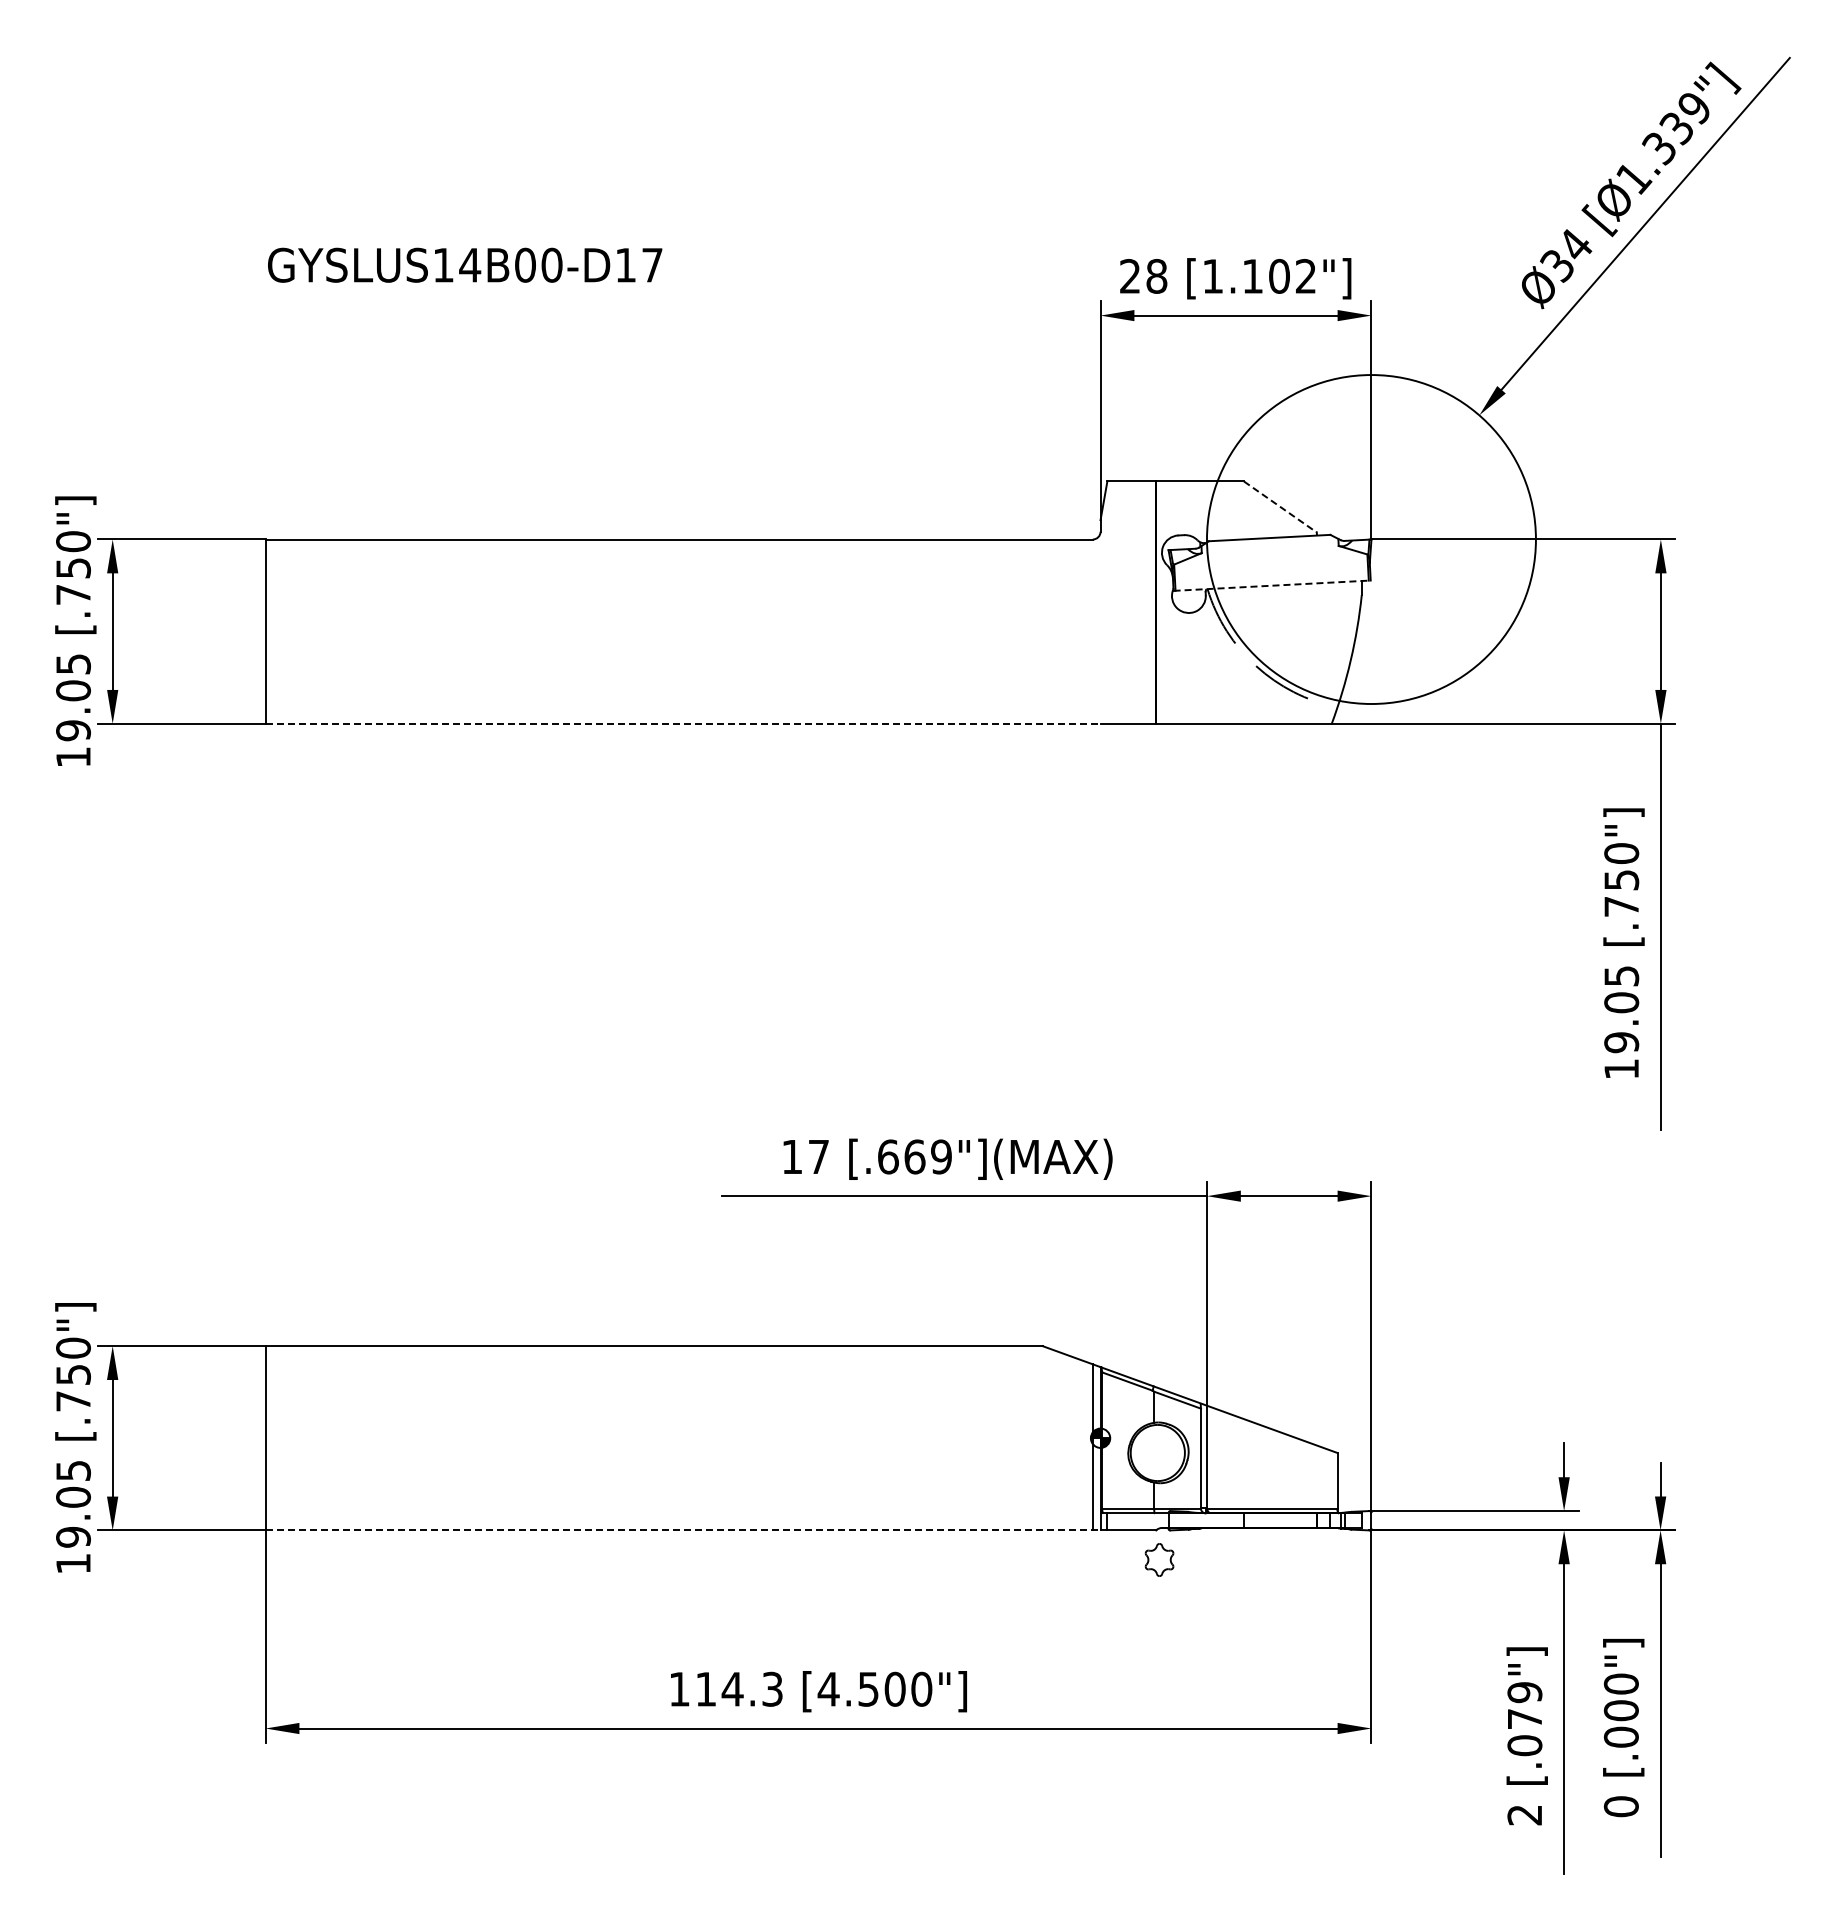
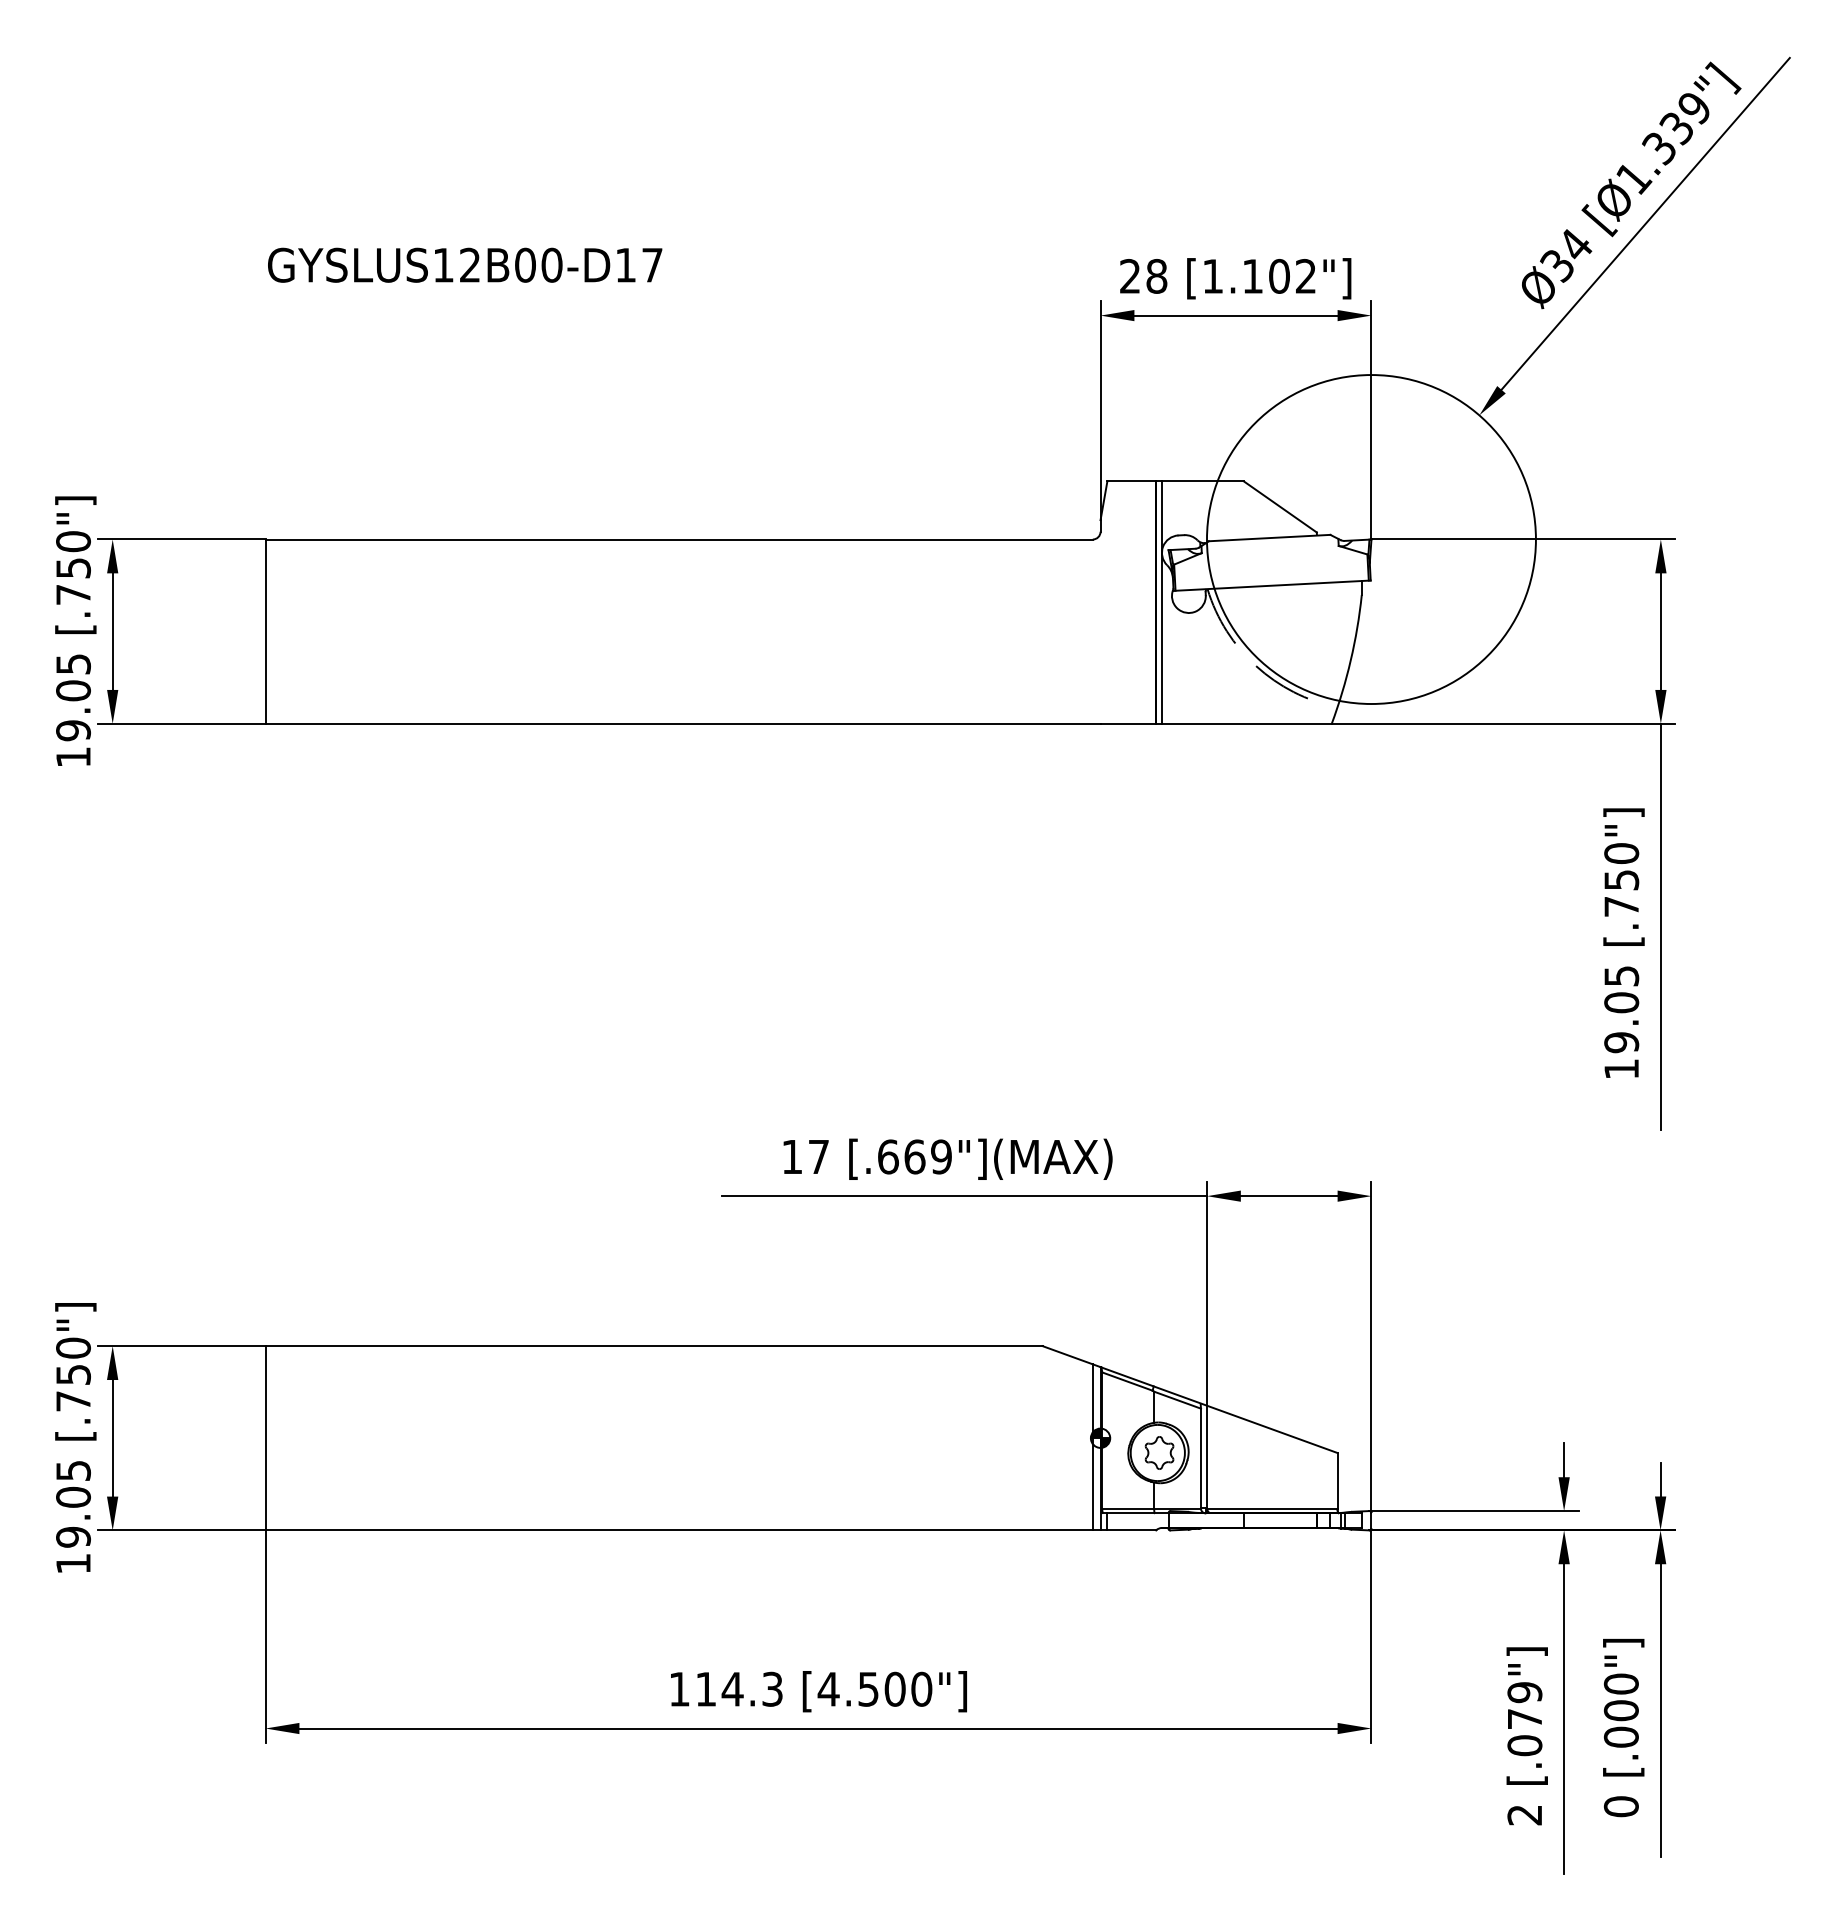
text at (470, 264): GYSLUS14B00-D17 -> GYSLUS12B00-D17
line at (1280, 507): dashed -> solid
line at (1272, 585): dashed -> solid
line at (1161, 602): none -> present
line at (683, 723): dashed -> solid
line at (683, 1530): dashed -> solid
part at (1159, 1559) position: (1159, 1559) -> (1159, 1452)
